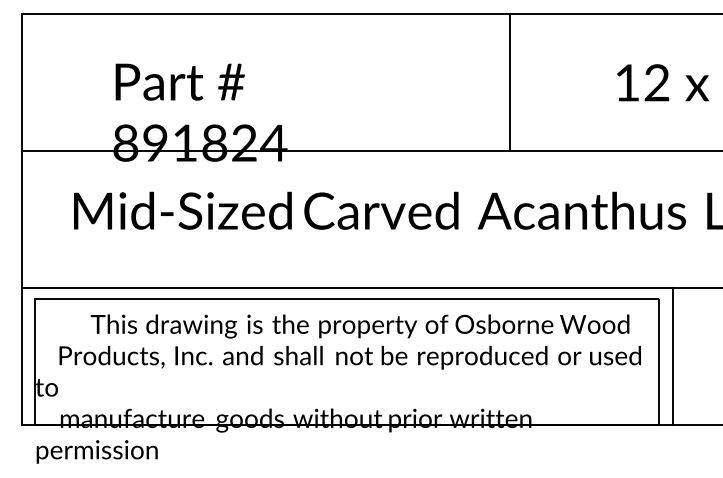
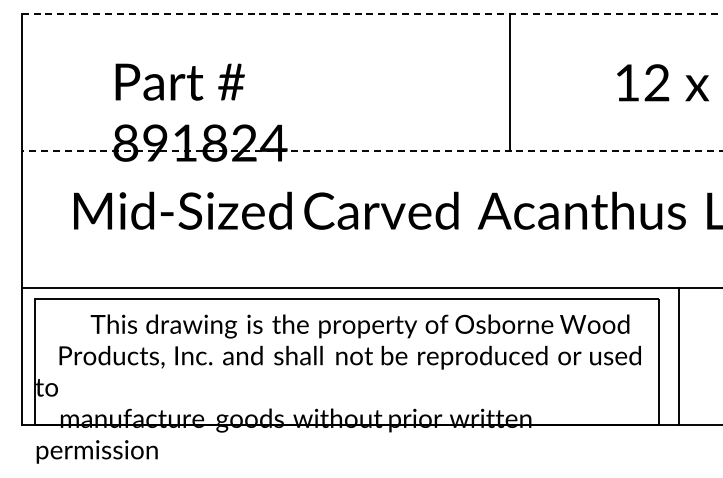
line at (372, 14): solid -> dashed
line at (371, 151): solid -> dashed
line at (672, 355) position: (672, 355) -> (678, 355)
